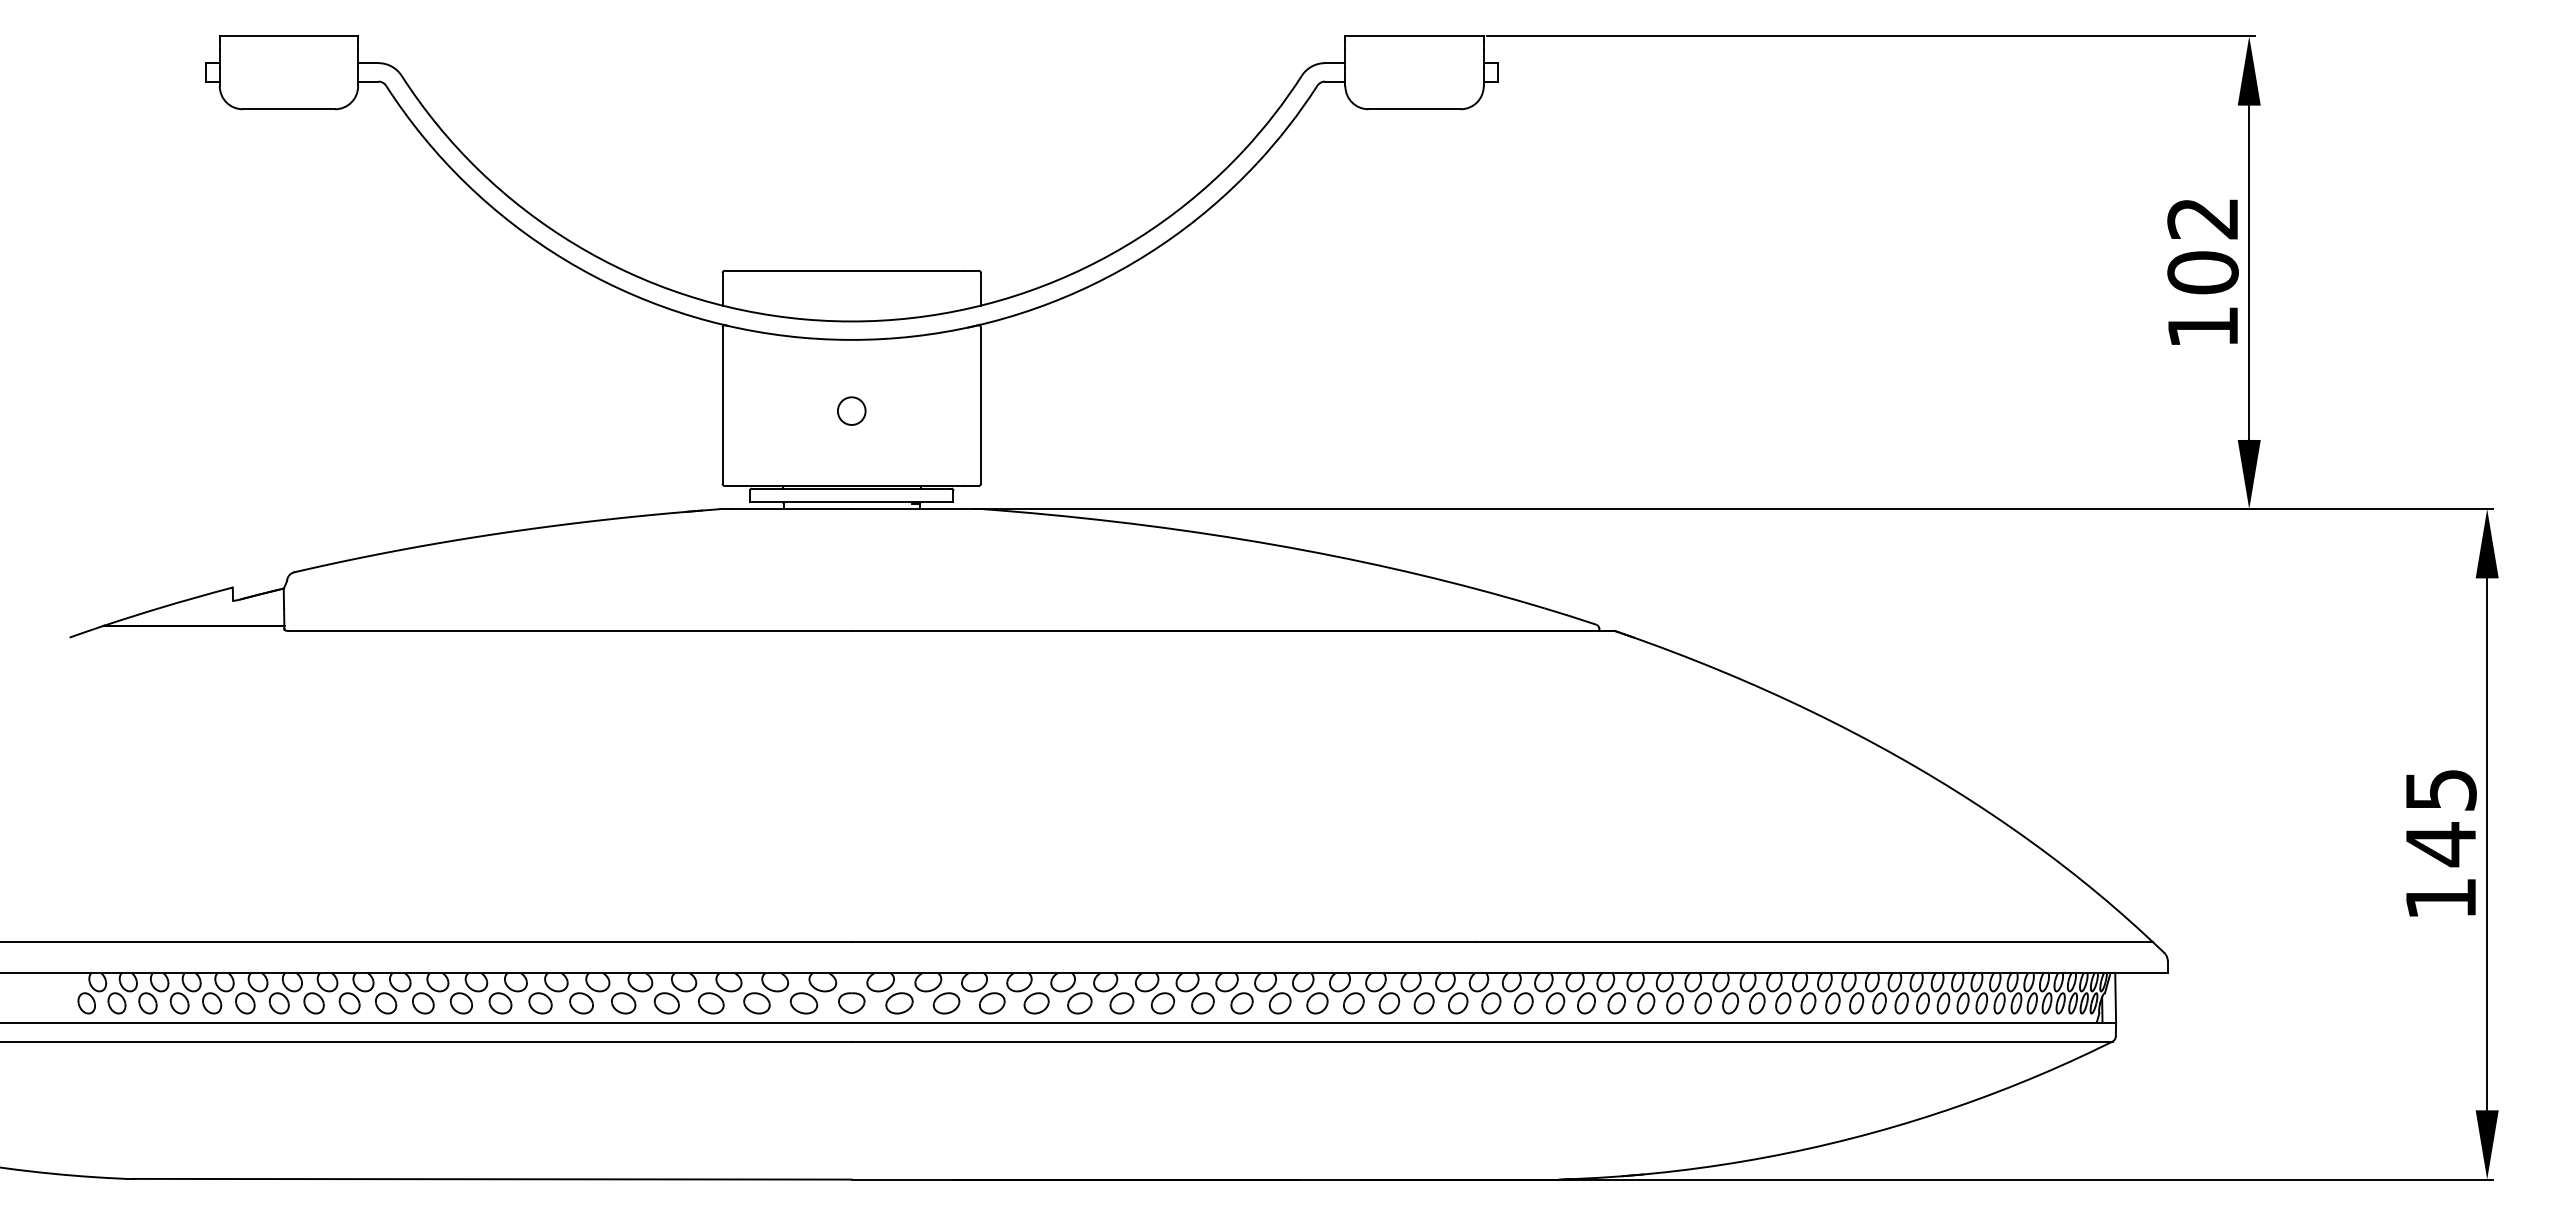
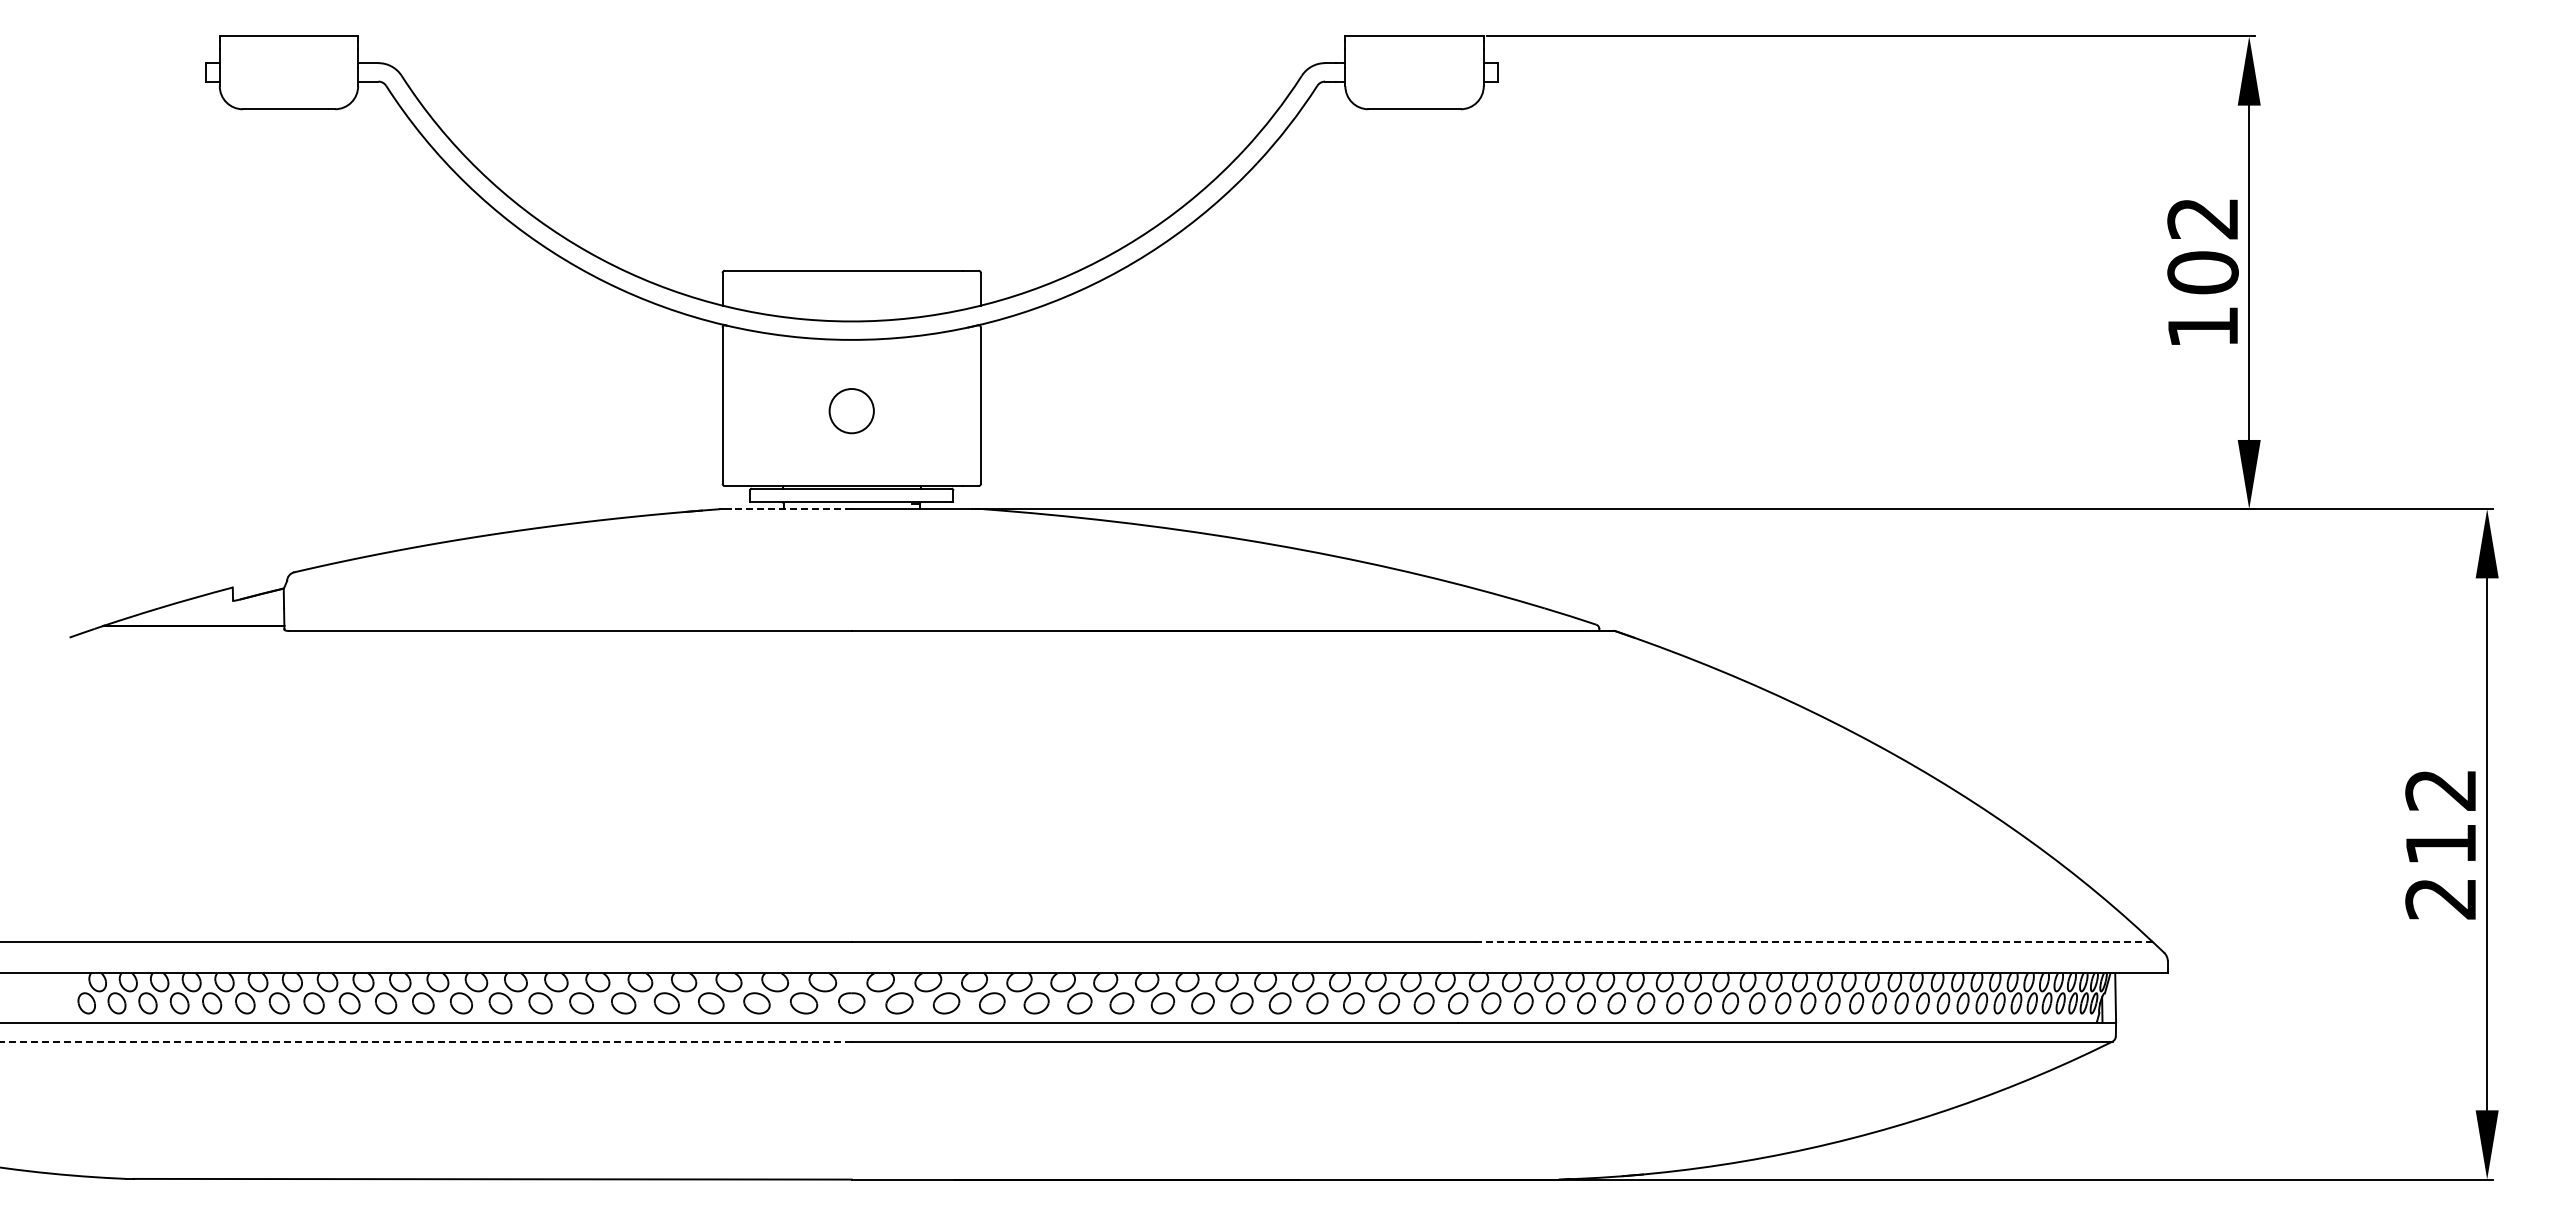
circle at (851, 410) diameter: 28 px -> 44 px
line at (791, 509): solid -> dashed
text at (2440, 844): 145 -> 212
line at (1814, 941): solid -> dashed
line at (425, 1041): solid -> dashed
